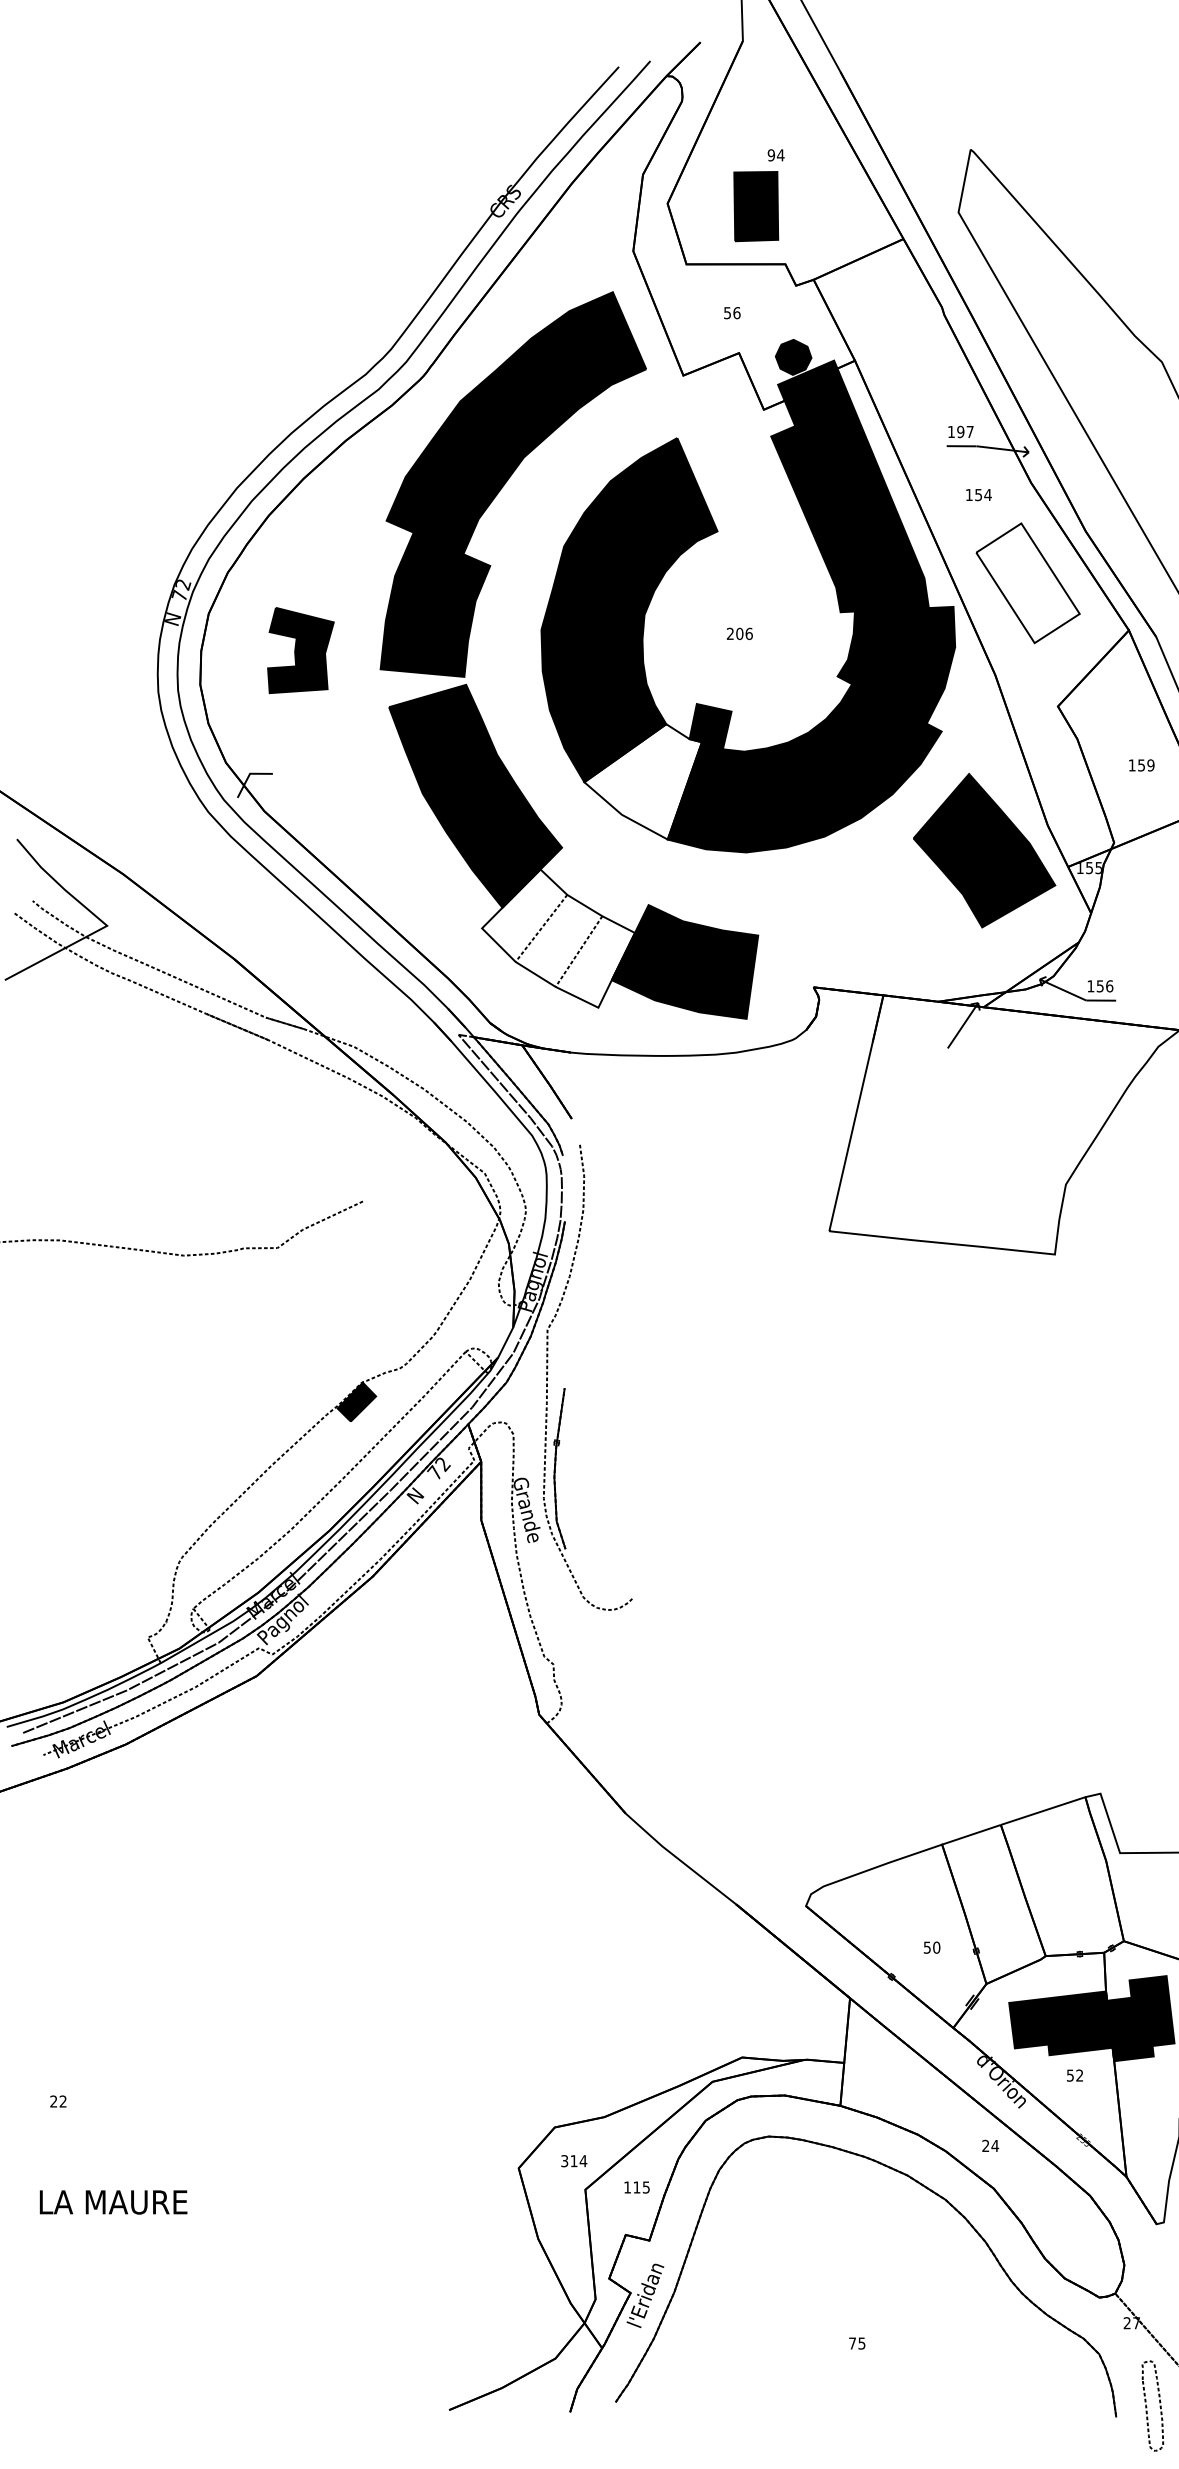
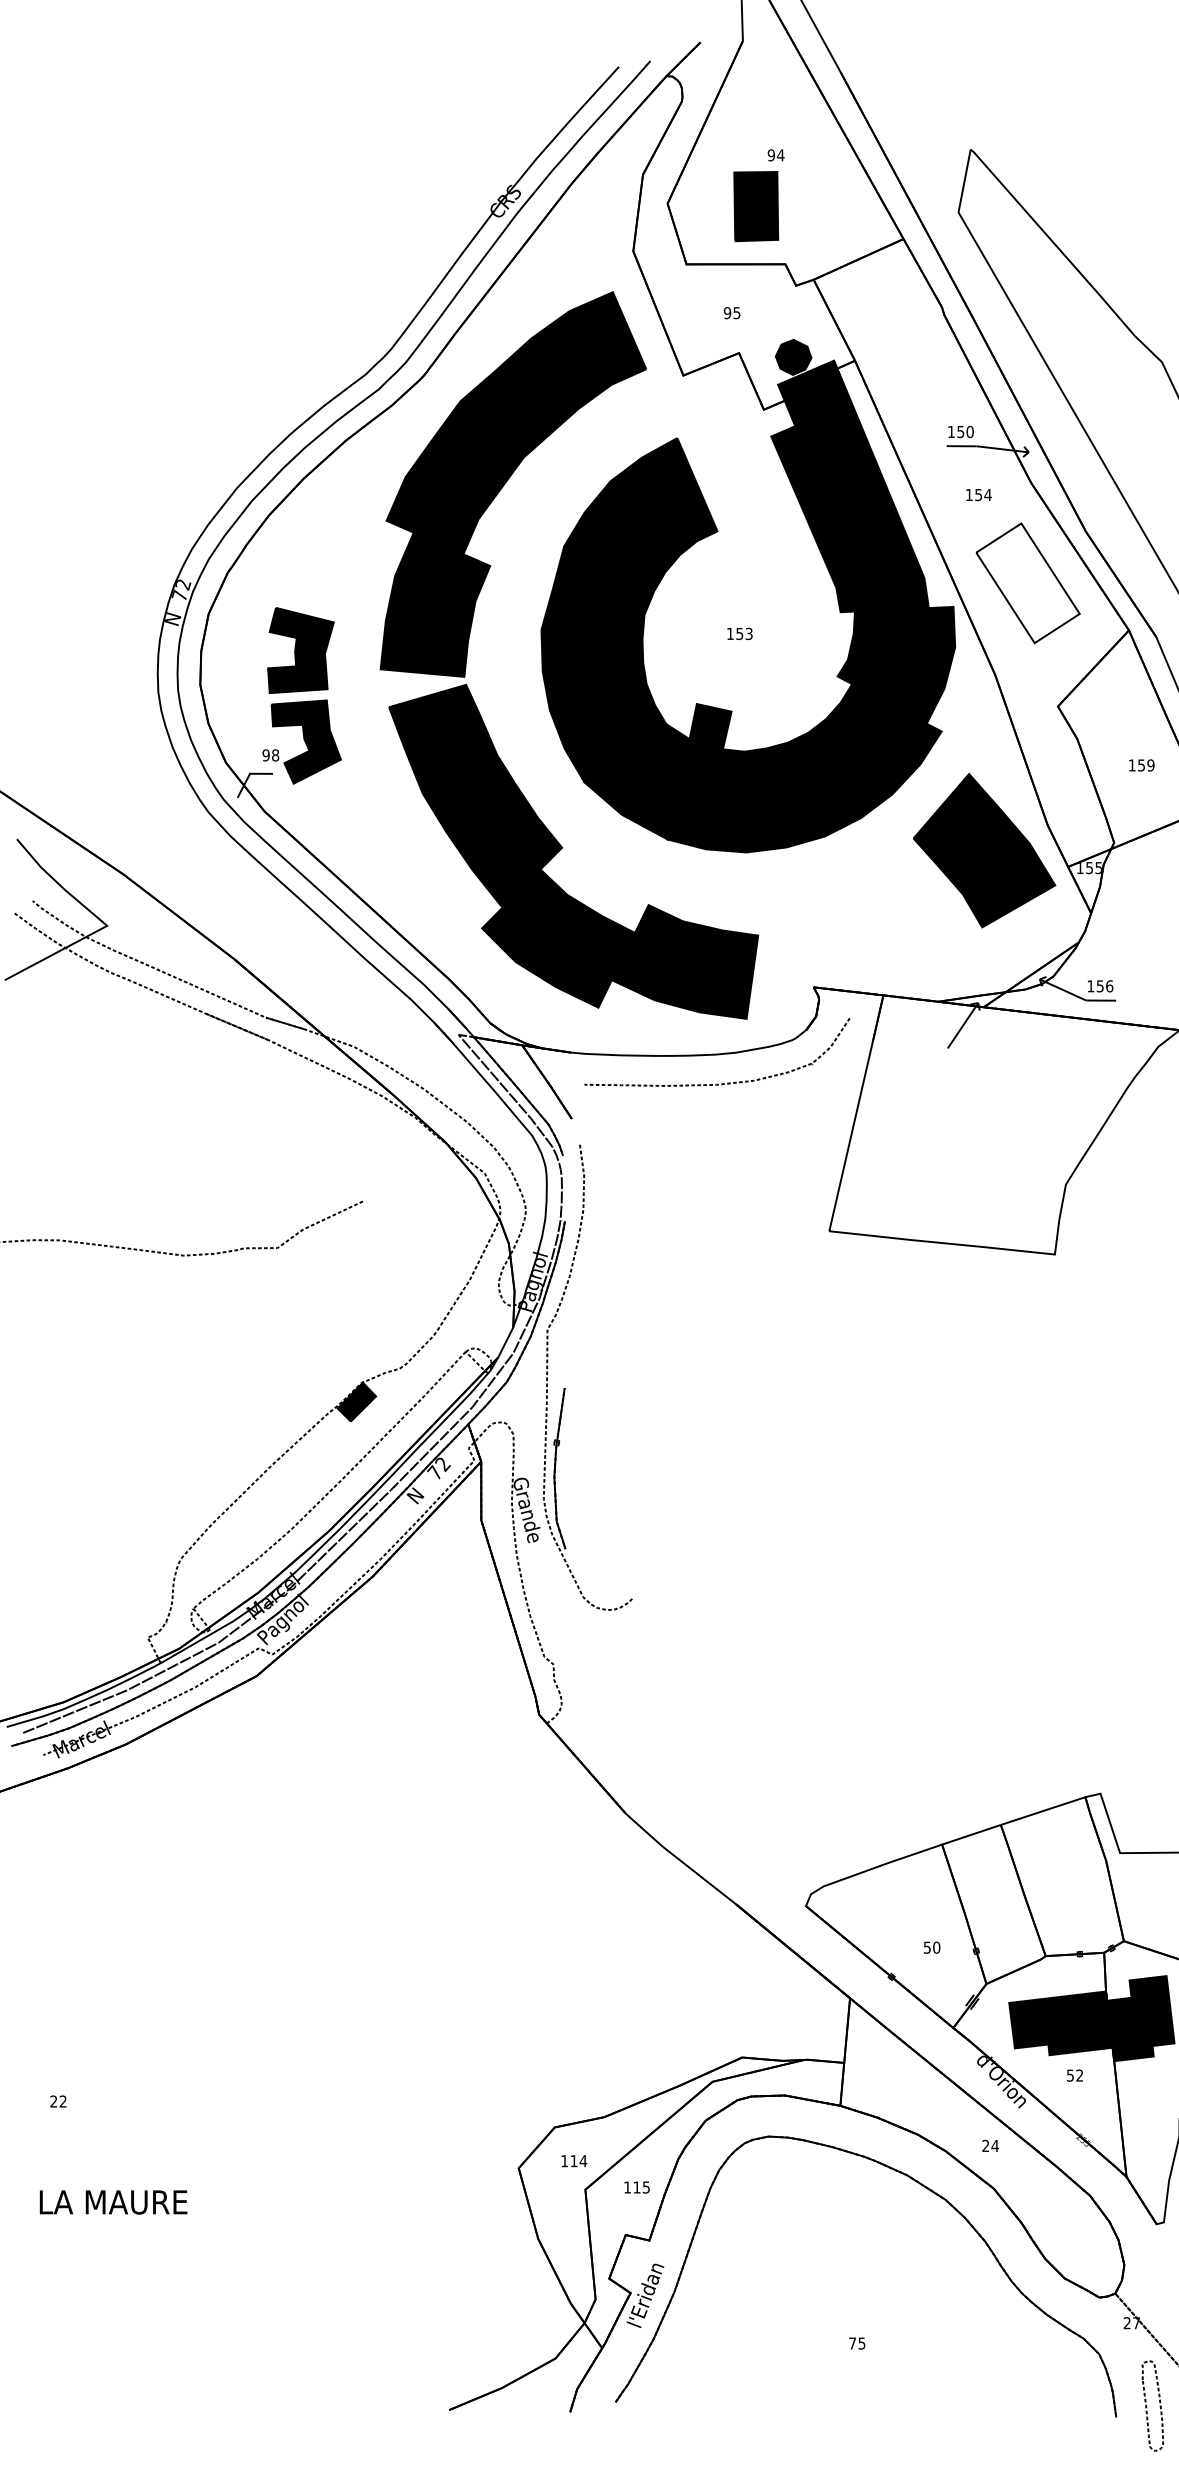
text at (731, 313): 56 -> 95
text at (965, 431): 197 -> 150
text at (739, 633): 206 -> 153
part at (301, 741): none -> present
fill at (642, 781): none -> present
fill at (558, 938): none -> present
curve at (717, 1083): none -> present
text at (564, 2161): 314 -> 114
